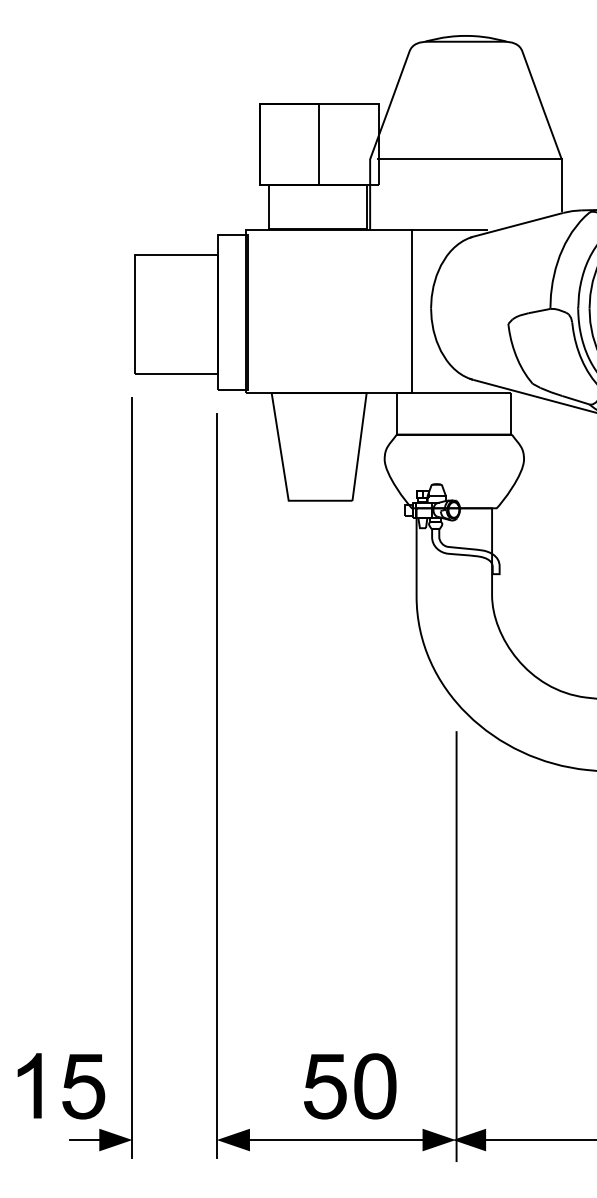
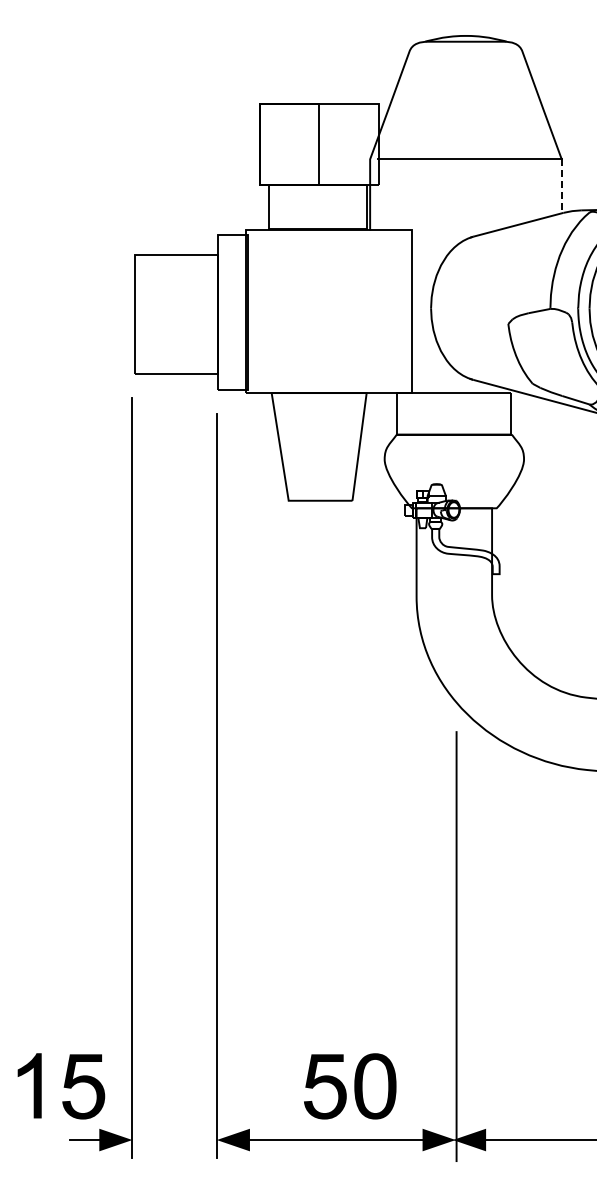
line at (561, 185): solid -> dashed
line at (449, 230): present -> none
